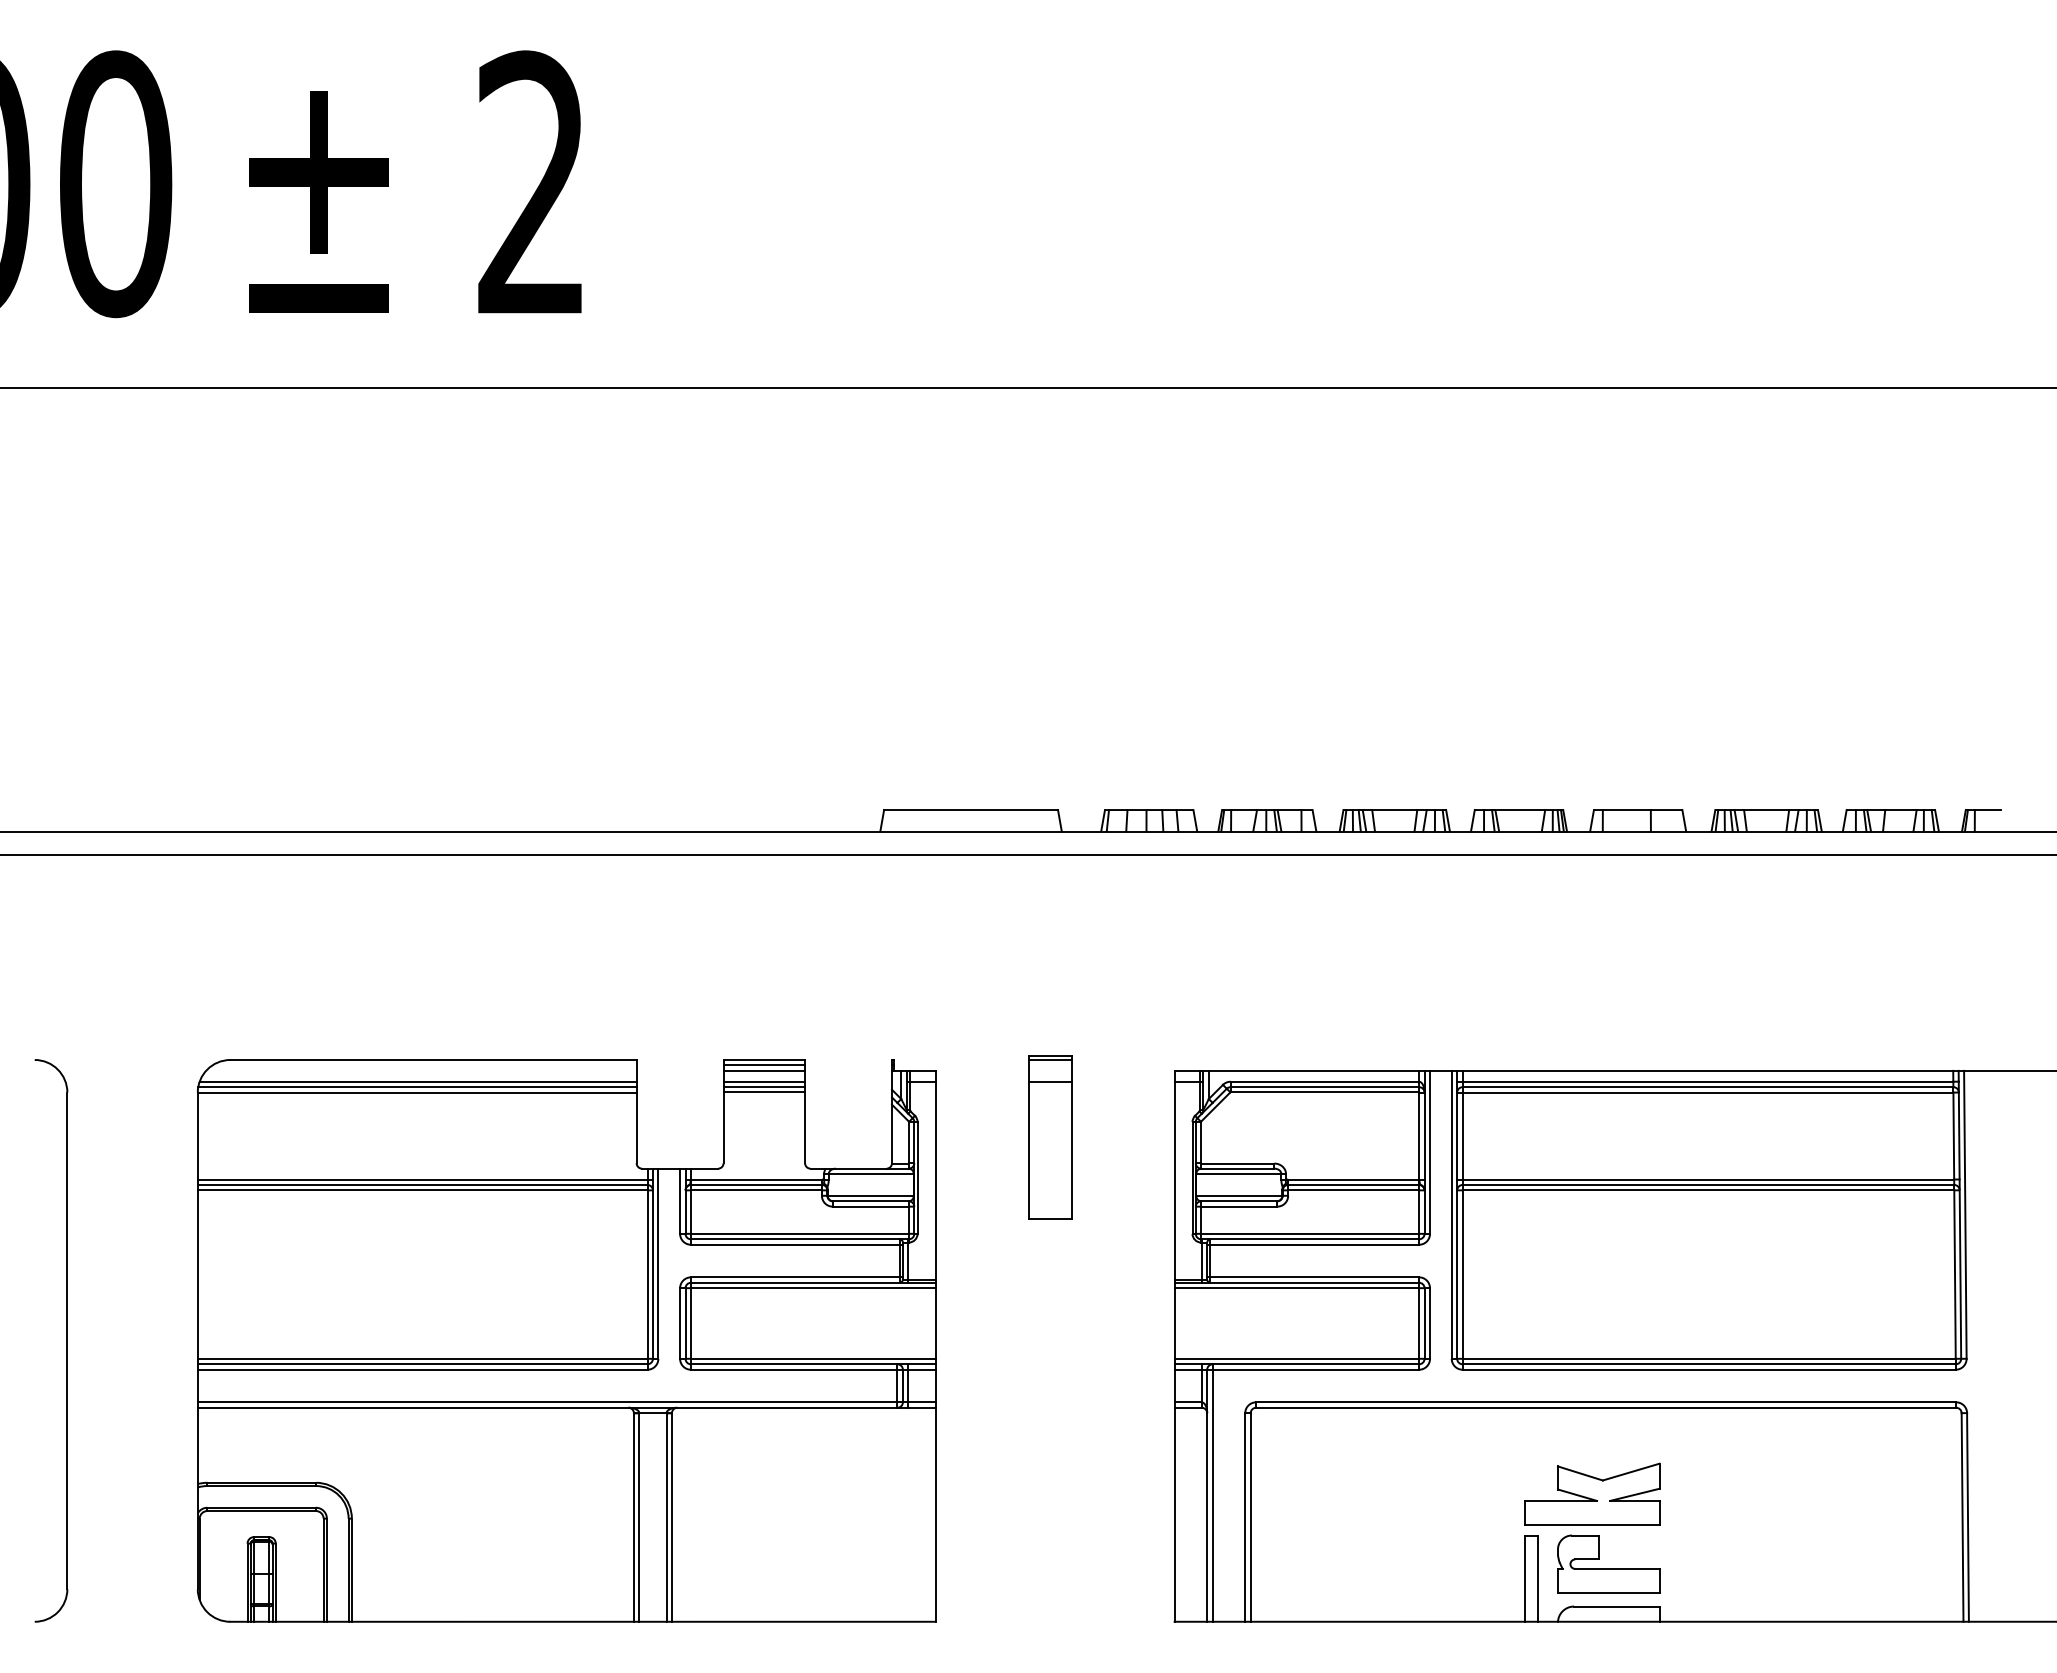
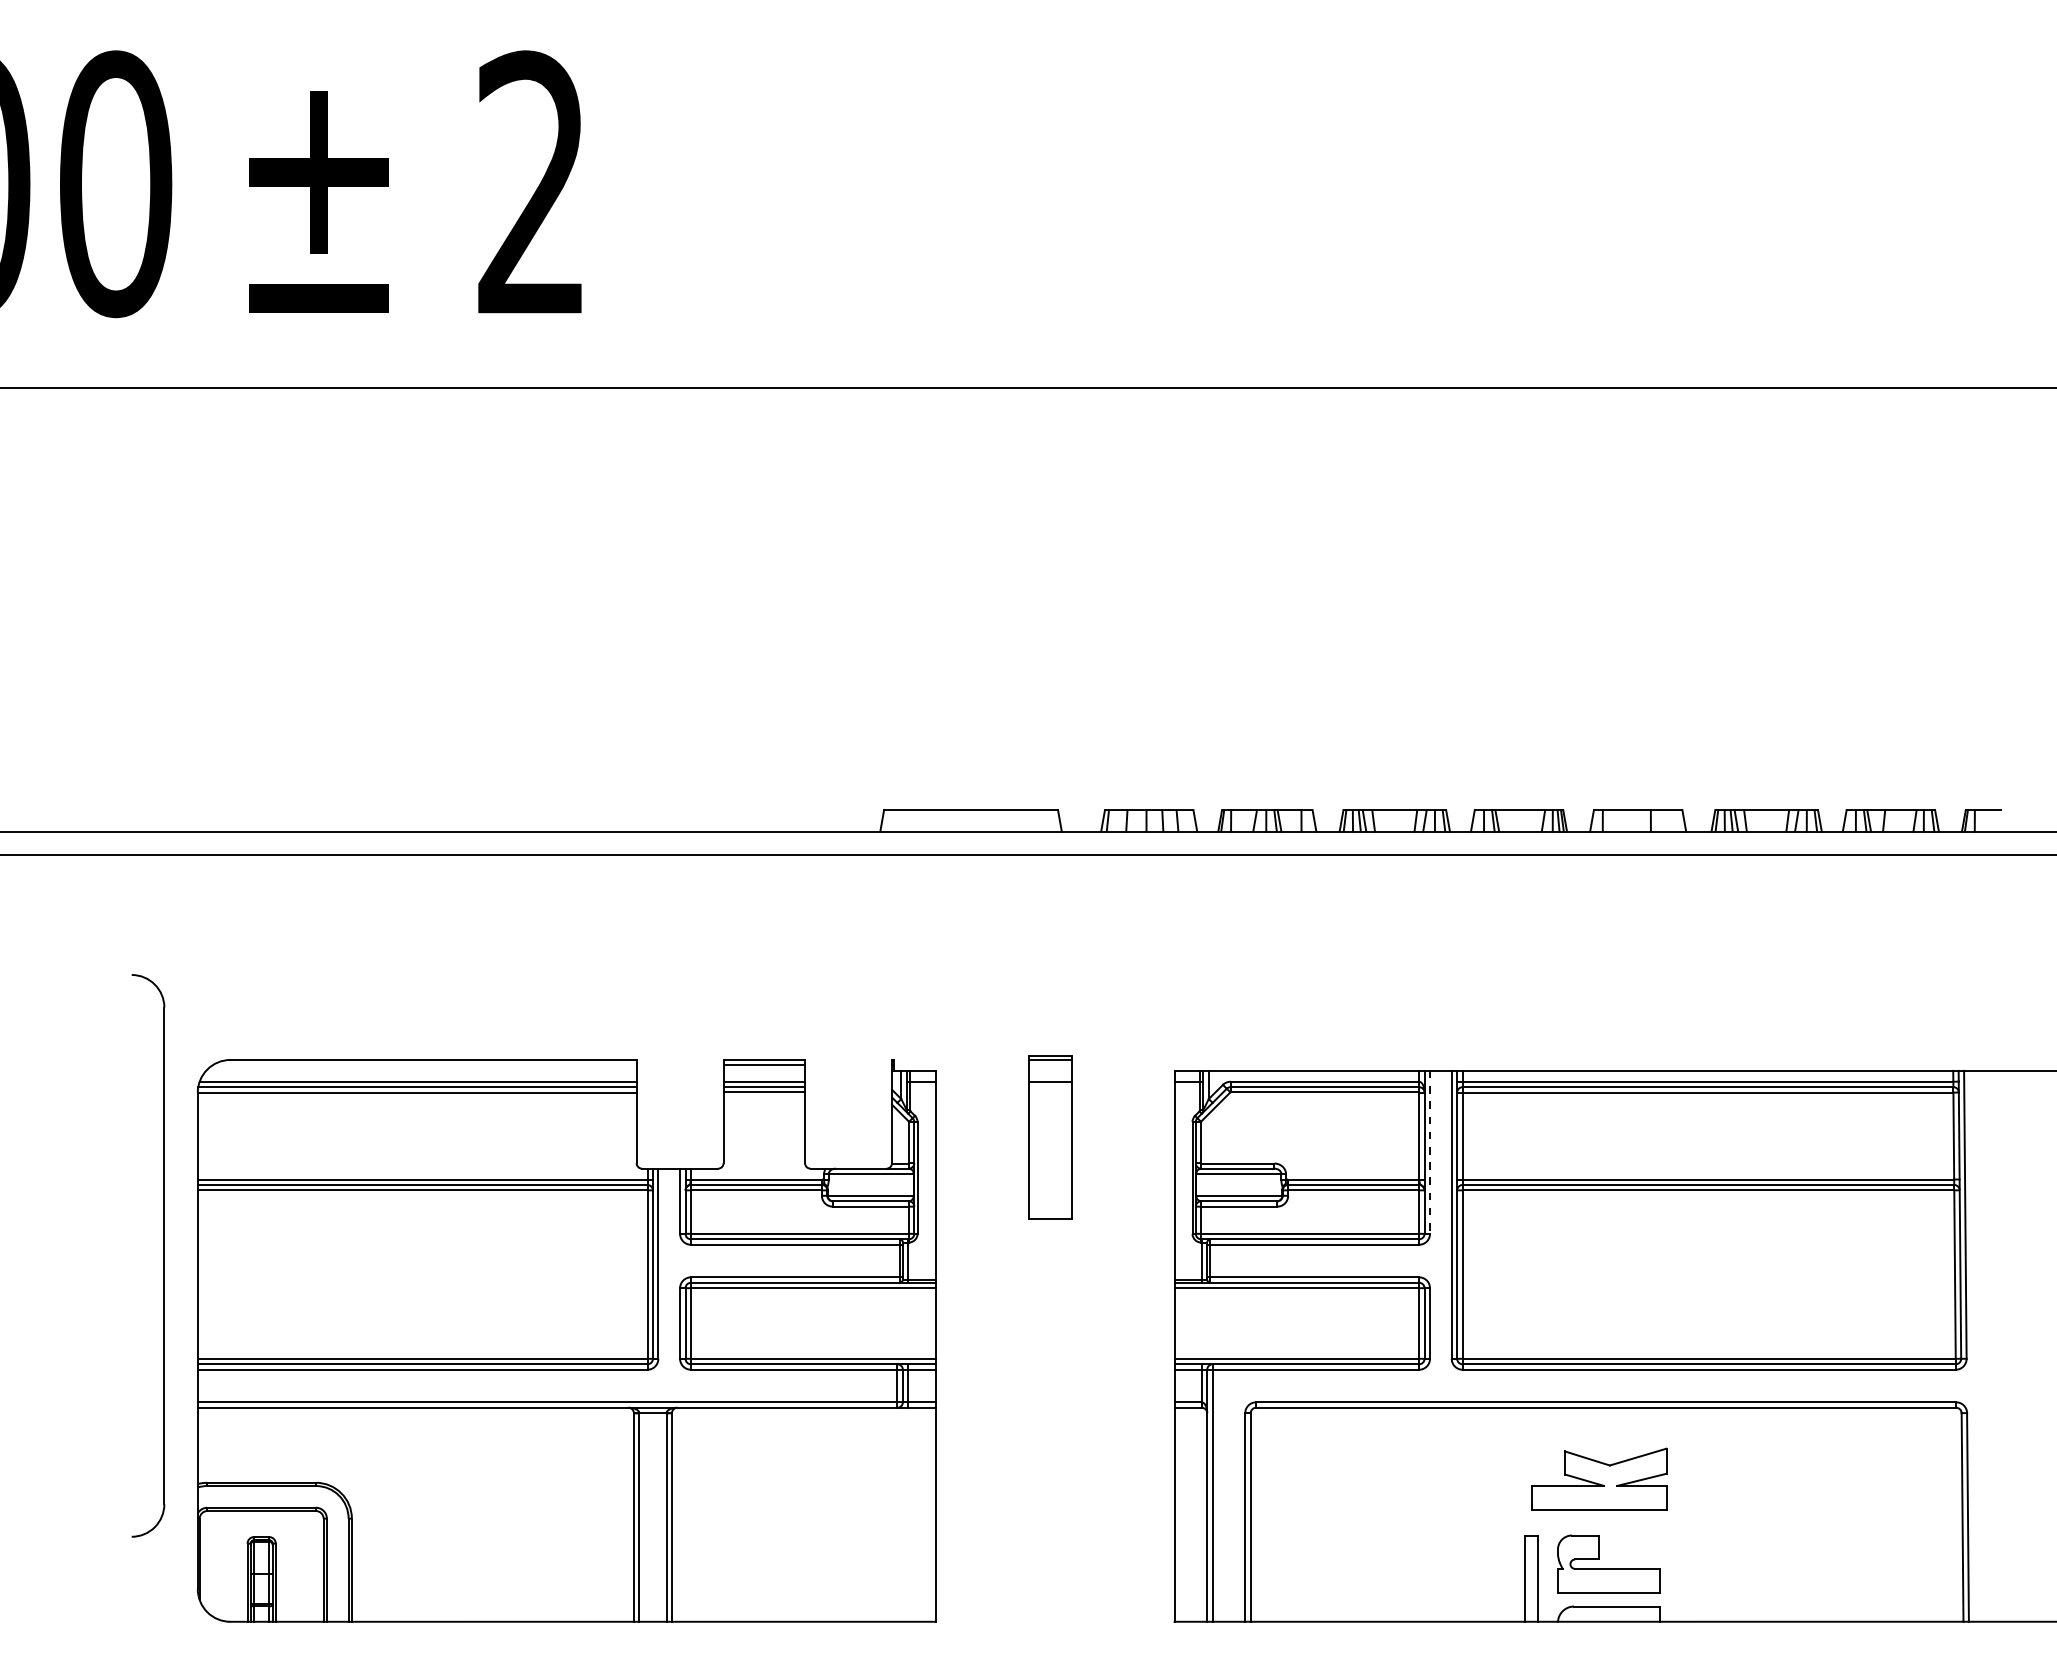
line at (764, 1070): present -> none
line at (1430, 1152): solid -> dashed
part at (66, 1340) position: (66, 1340) -> (163, 1255)
part at (1592, 1493) position: (1592, 1493) -> (1599, 1478)
